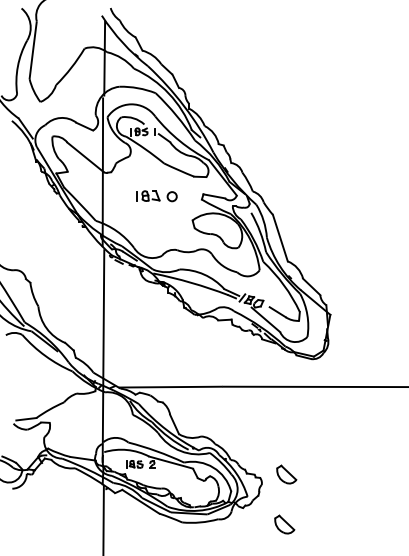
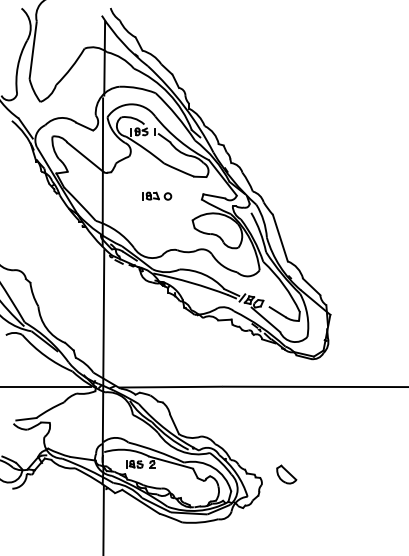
part at (156, 196) size: 42x13 px -> 31x10 px
line at (46, 386): none -> present
part at (284, 524): present -> none
